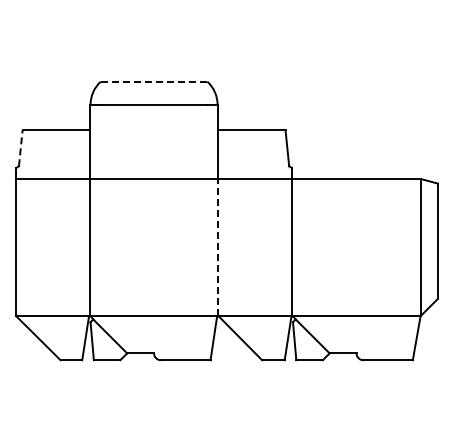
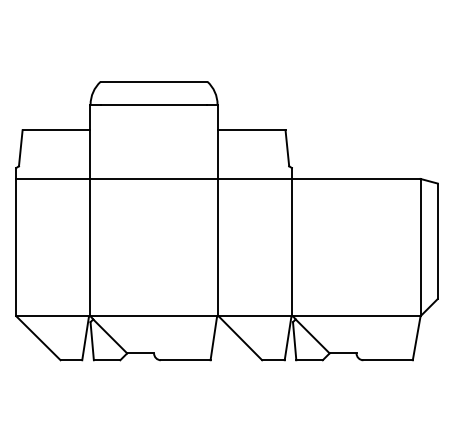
line at (154, 81): dashed -> solid
line at (20, 147): dashed -> solid
line at (218, 247): dashed -> solid
